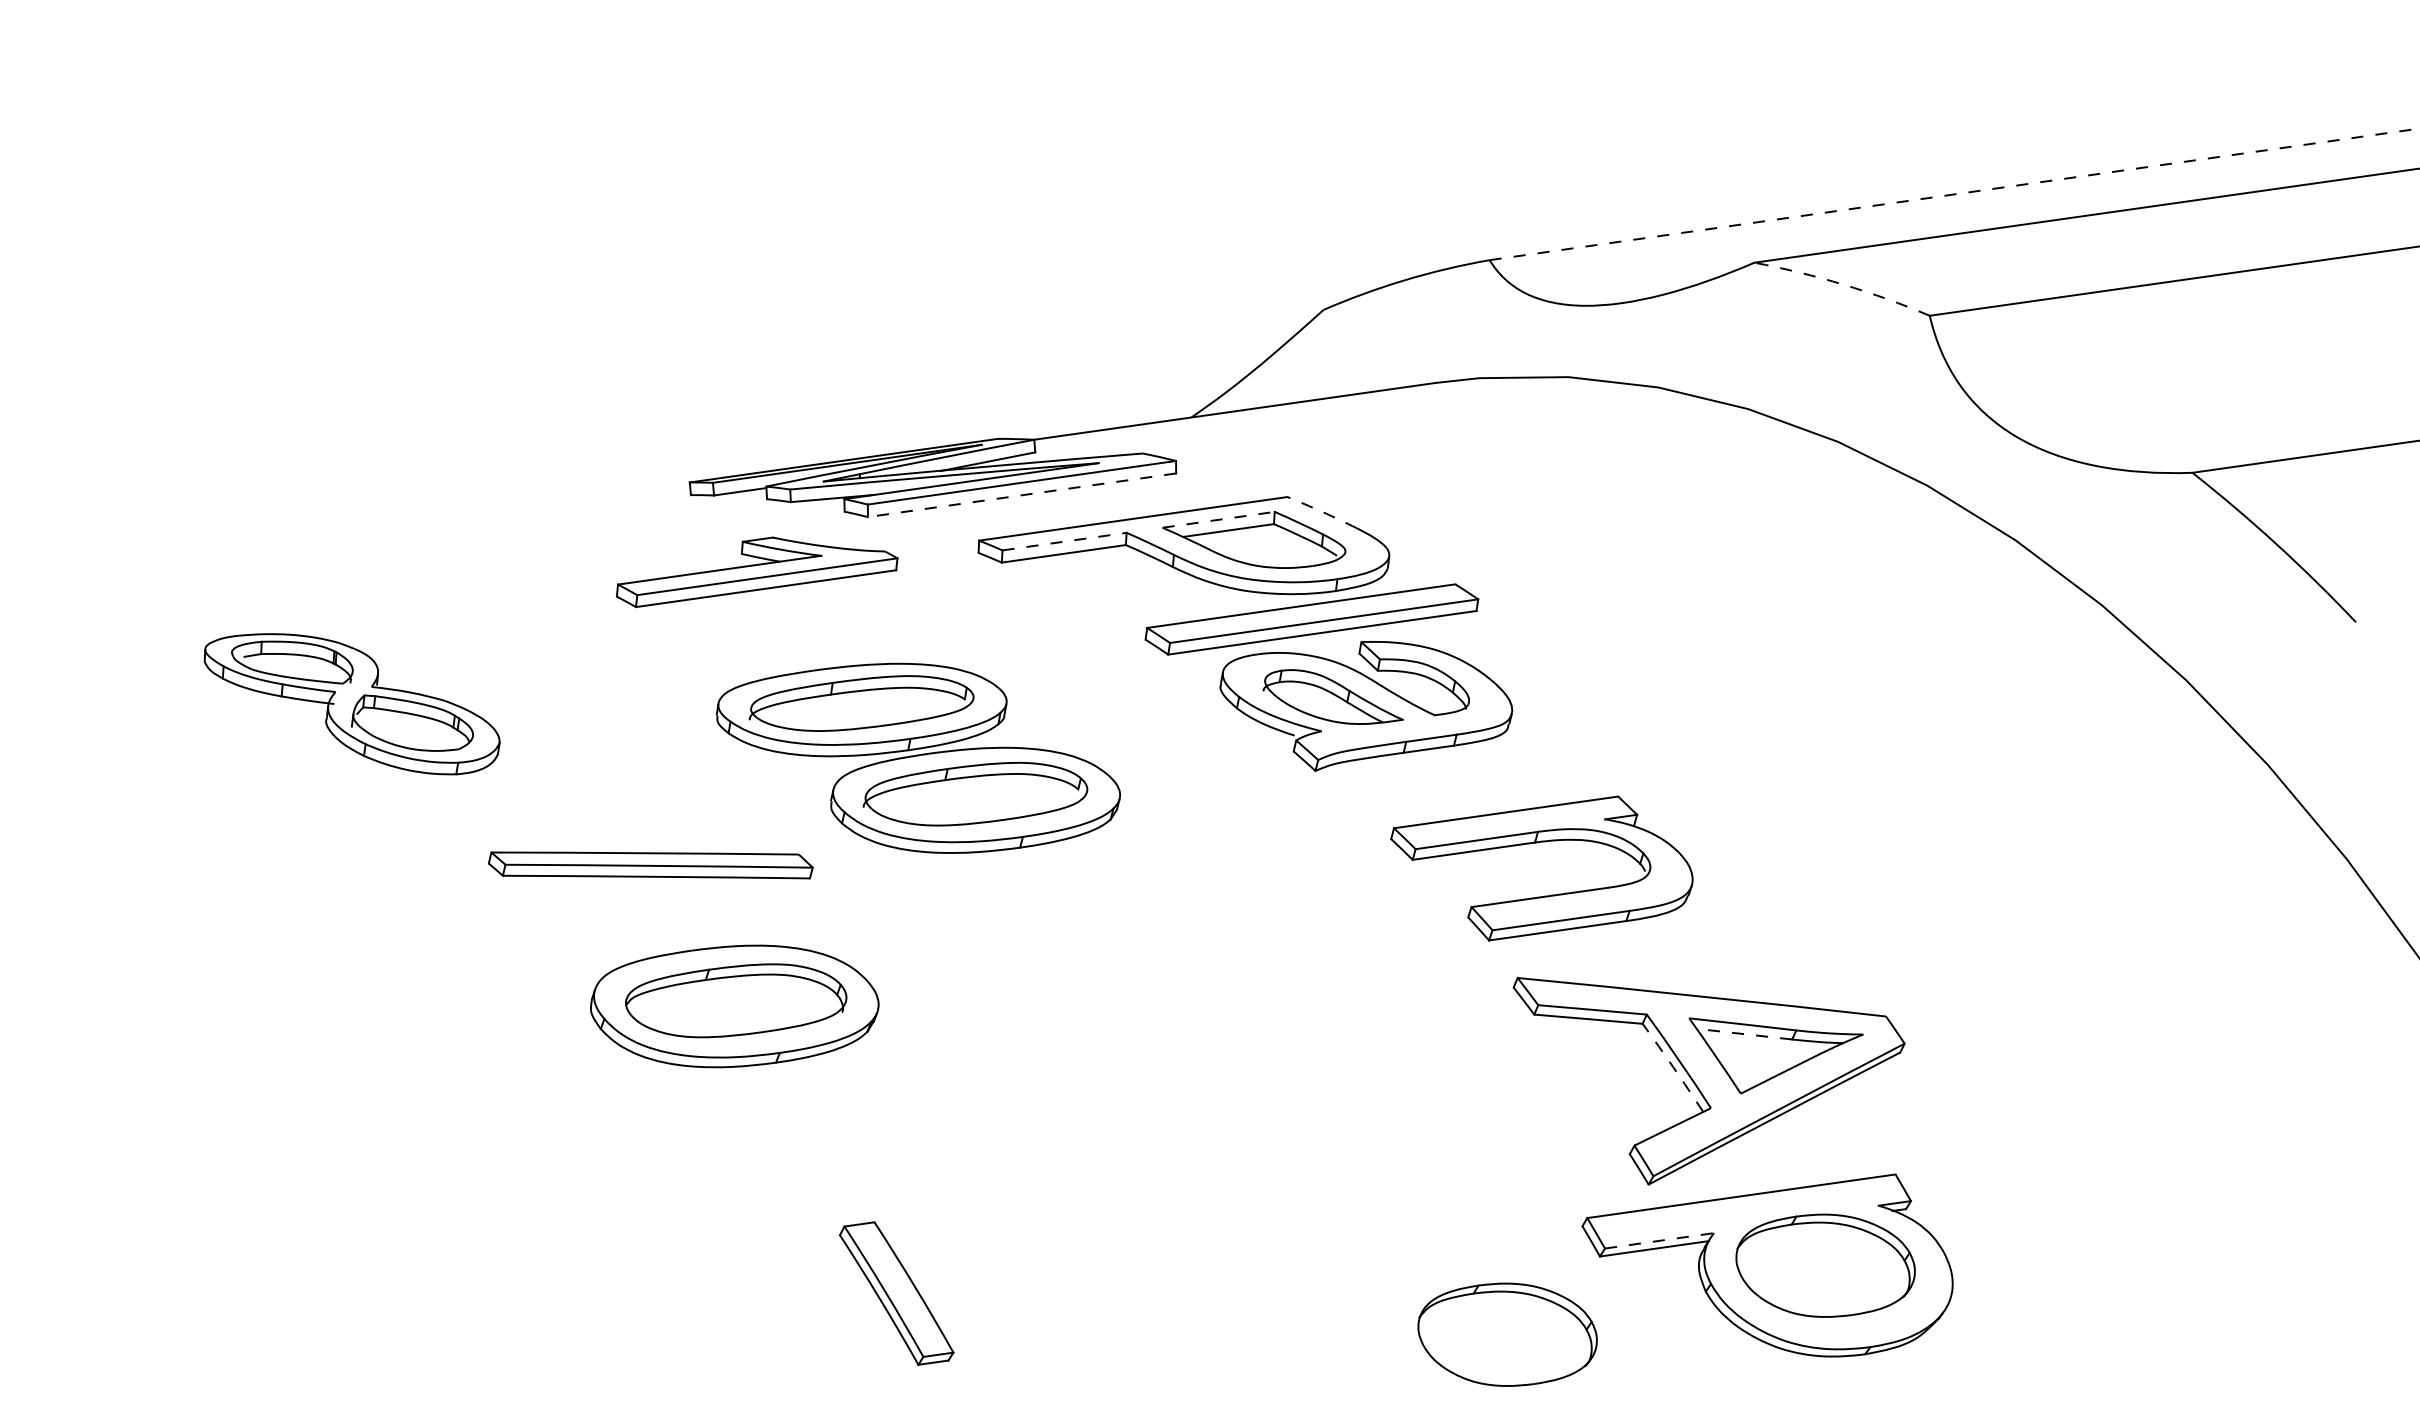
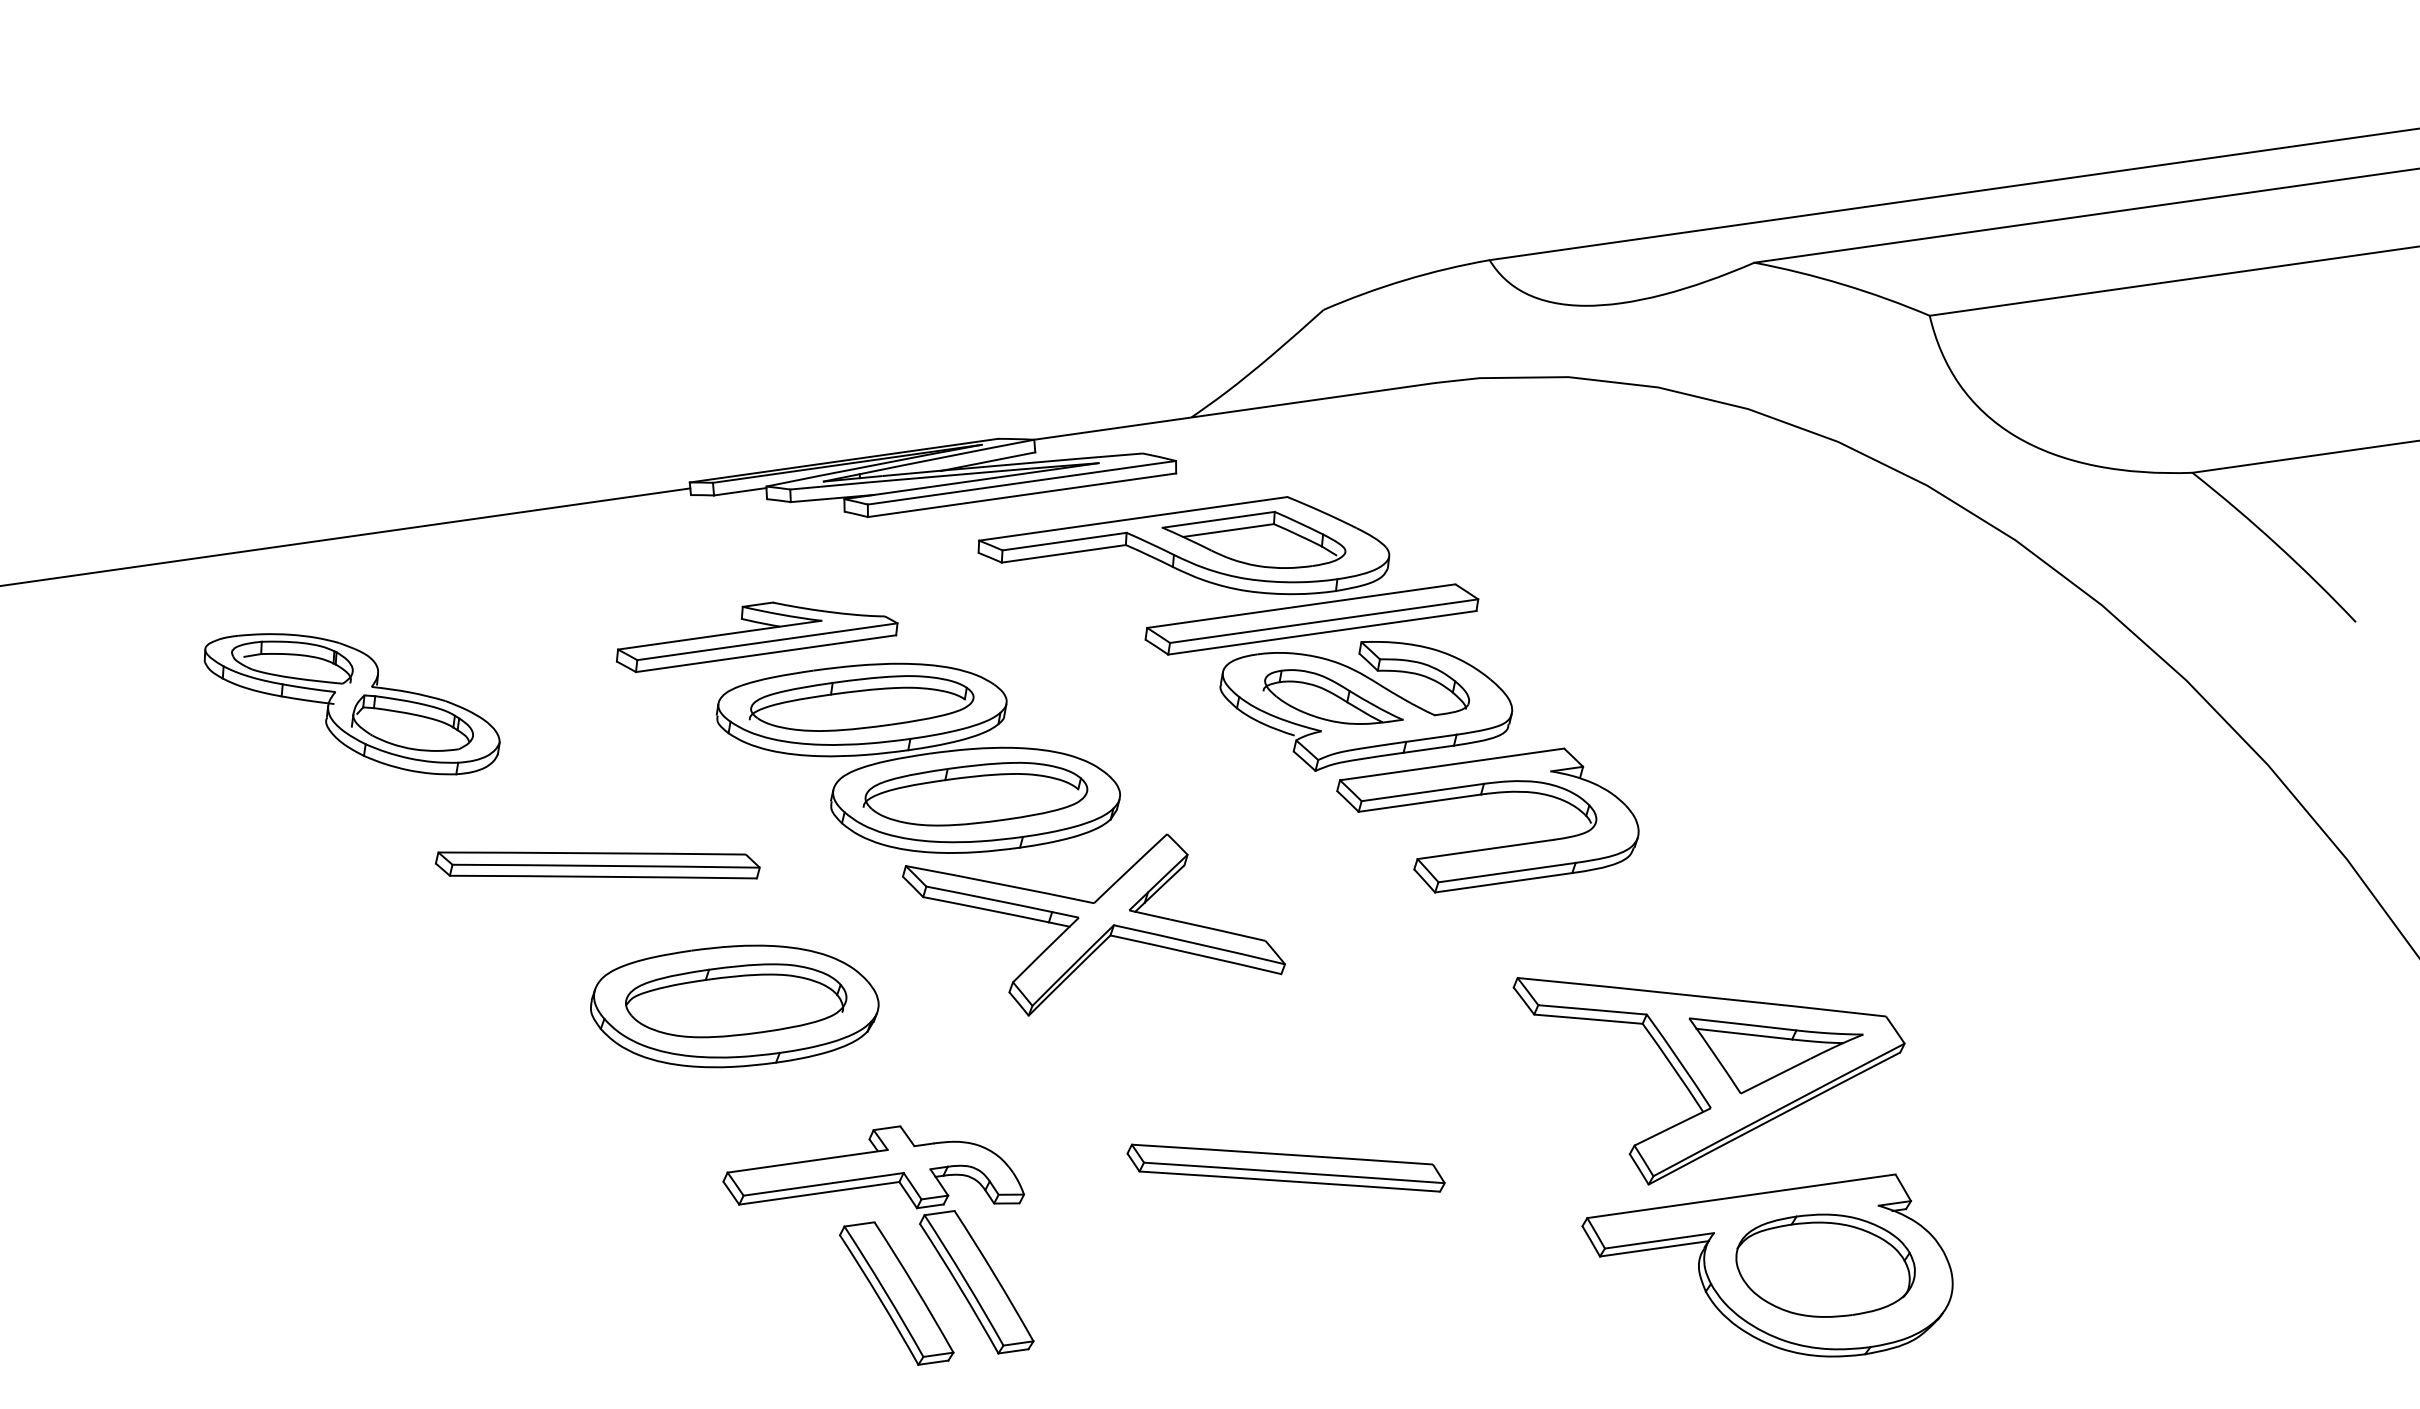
line at (1954, 194): dashed -> solid
arc at (1843, 284): dashed -> solid
line at (1022, 495): dashed -> solid
arc at (1322, 511): dashed -> solid
line at (1218, 519): dashed -> solid
line at (346, 536): none -> present
line at (1064, 541): dashed -> solid
part at (757, 571) position: (757, 571) -> (757, 636)
part at (1537, 843) position: (1537, 843) -> (1483, 795)
part at (650, 865) position: (650, 865) -> (597, 865)
part at (1093, 924): none -> present
line at (1743, 1034): dashed -> solid
arc at (1673, 1067): dashed -> solid
part at (1285, 1167): none -> present
part at (919, 1225): none -> present
line at (1660, 1240): dashed -> solid
part at (1507, 1334): present -> none
